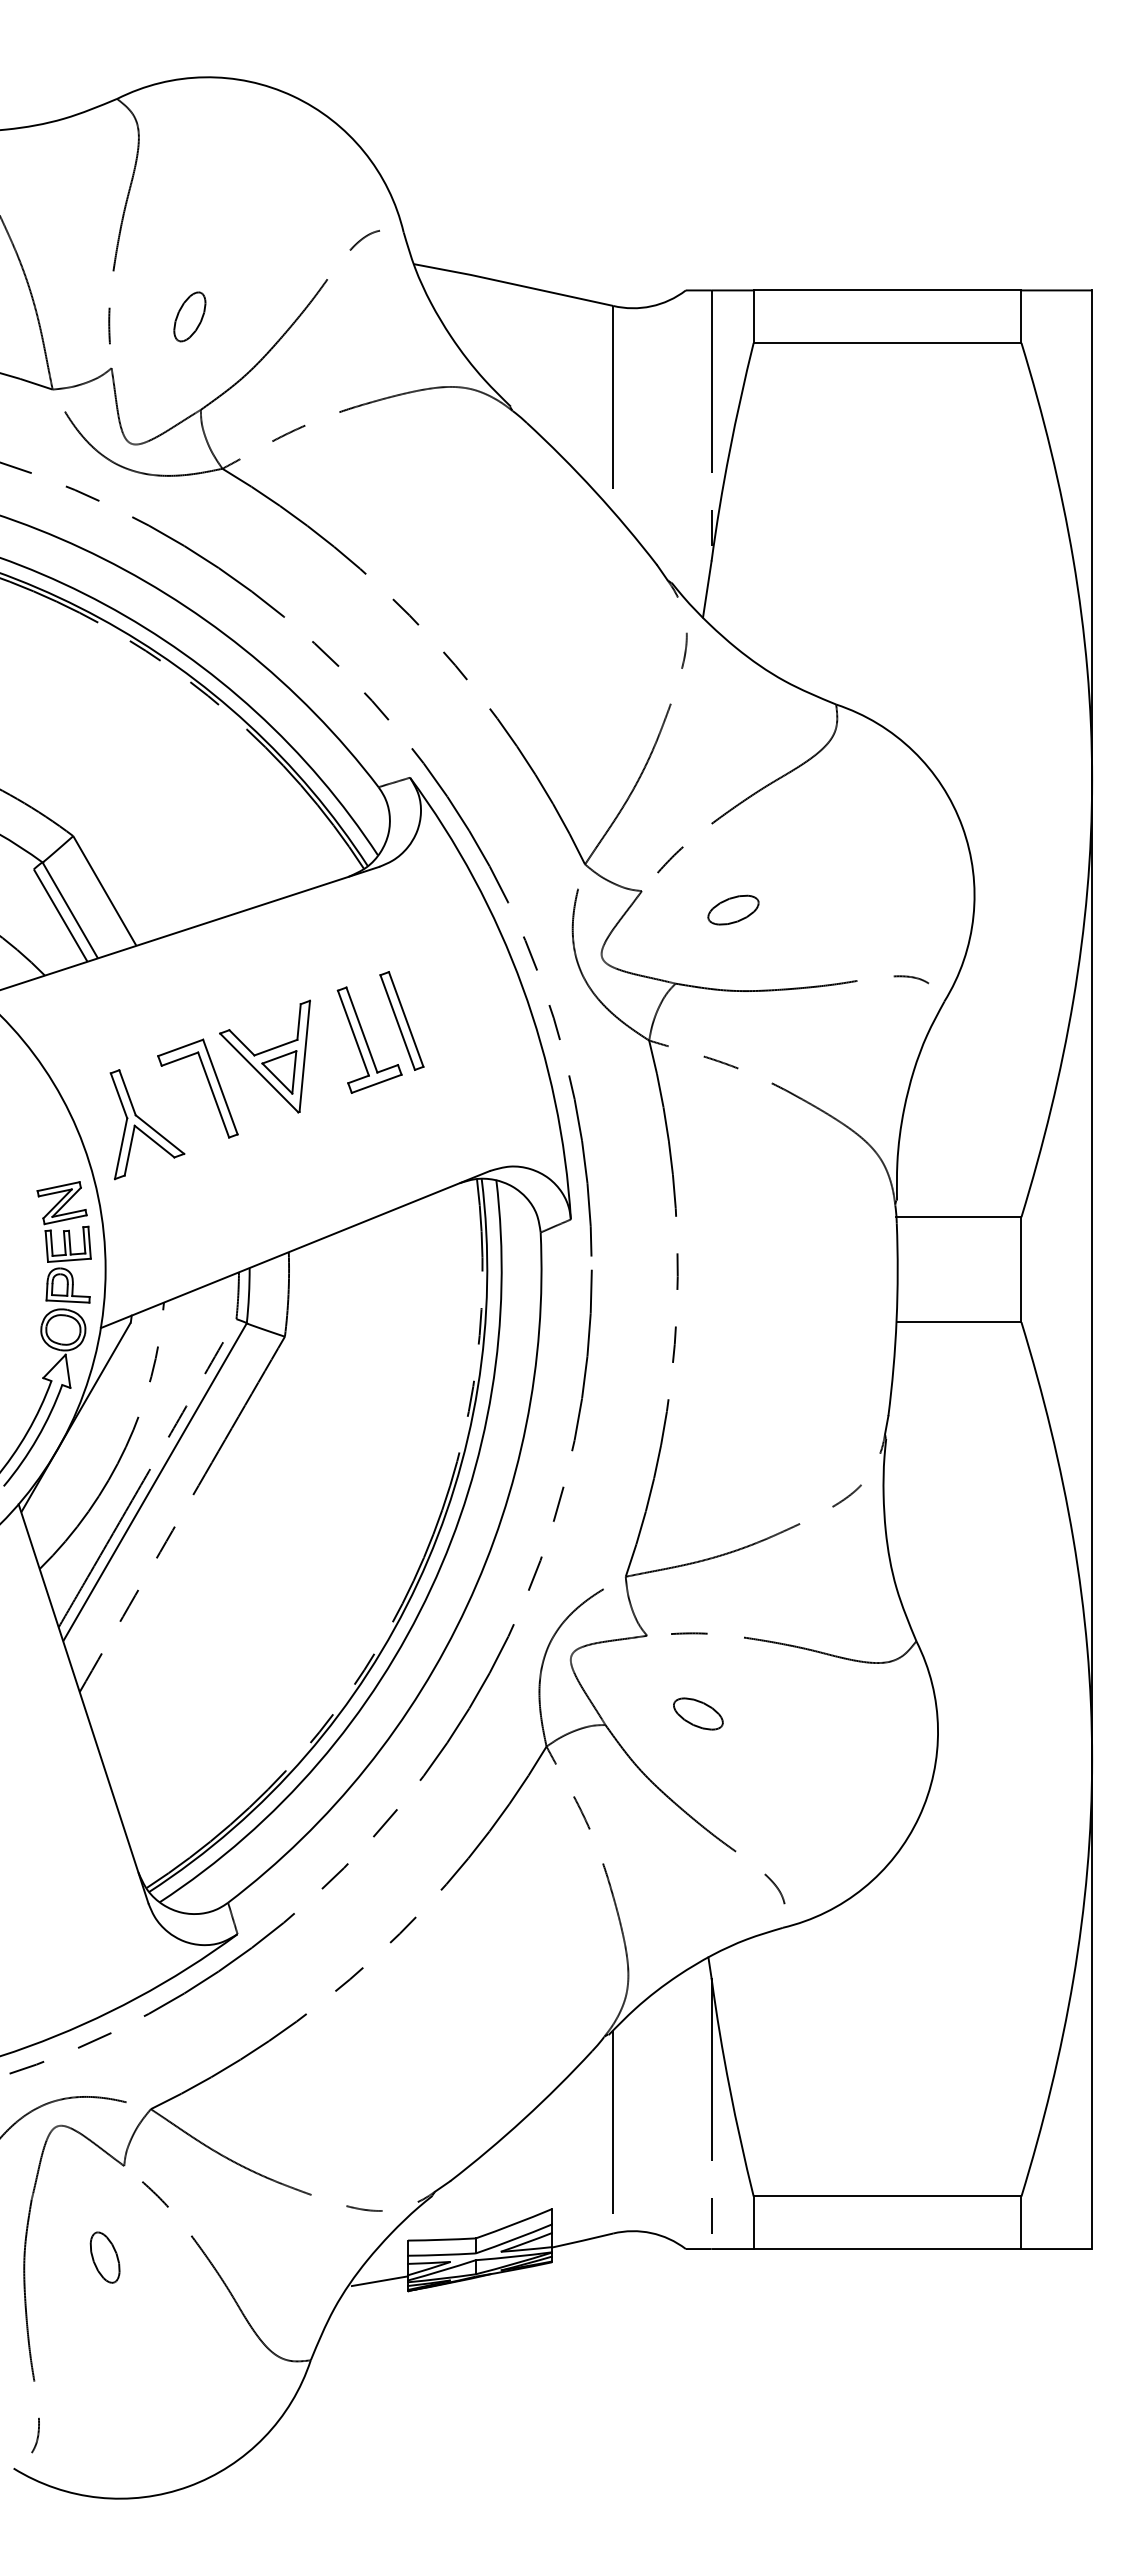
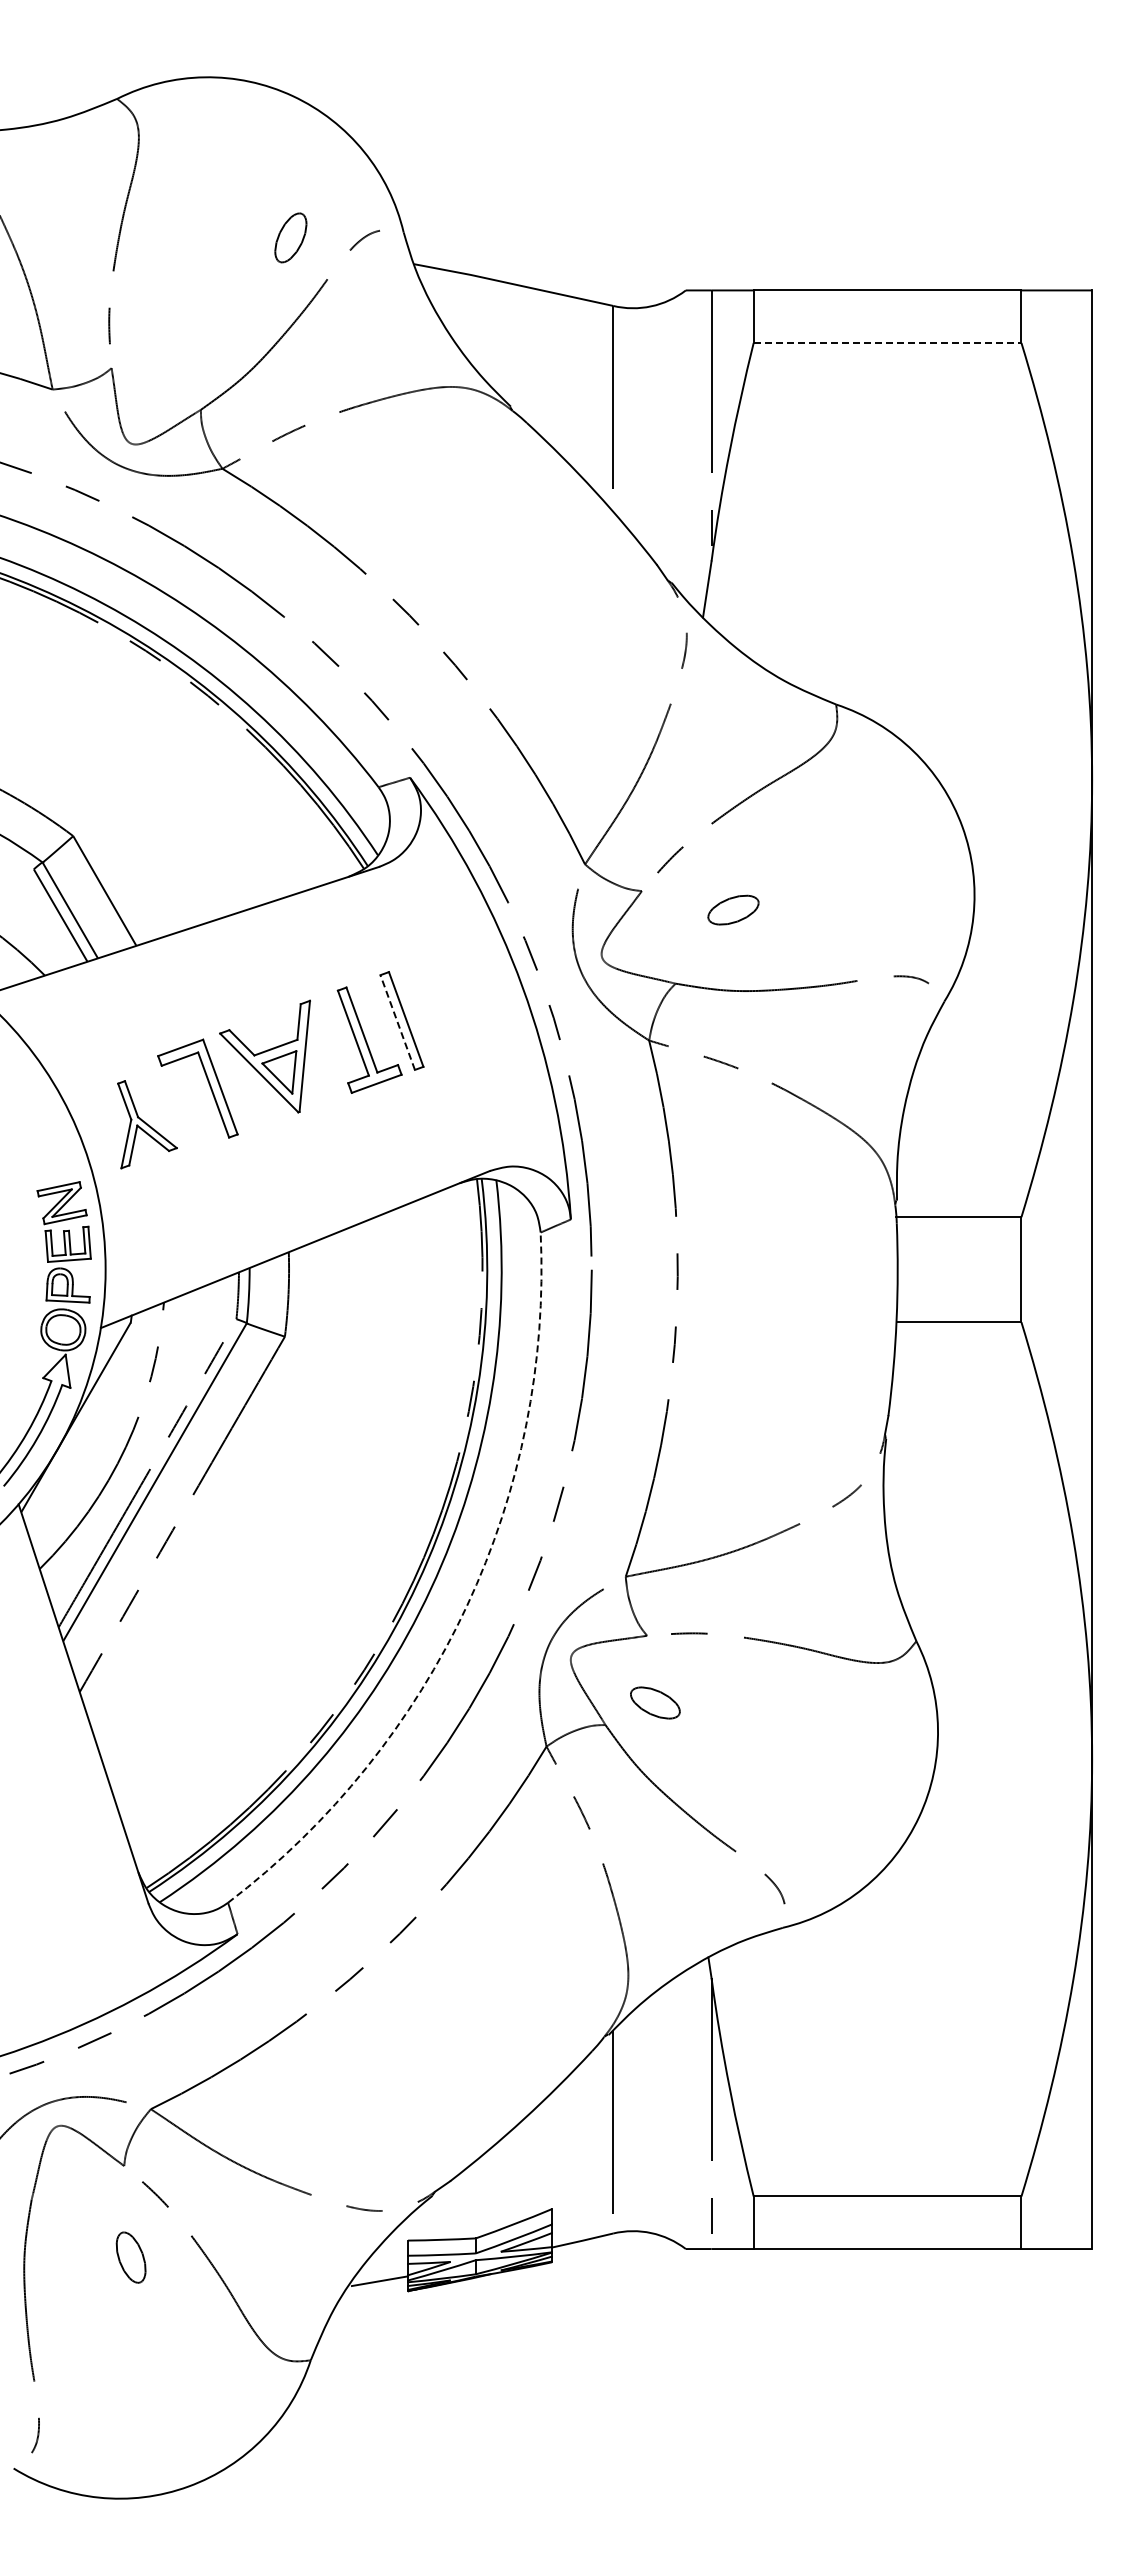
part at (189, 316) position: (189, 316) -> (290, 237)
line at (887, 343): solid -> dashed
line at (397, 1022): solid -> dashed
part at (147, 1124) size: 77x112 px -> 61x90 px
arc at (466, 1606): solid -> dashed
part at (698, 1713) position: (698, 1713) -> (655, 1702)
part at (104, 2257) position: (104, 2257) -> (130, 2257)
